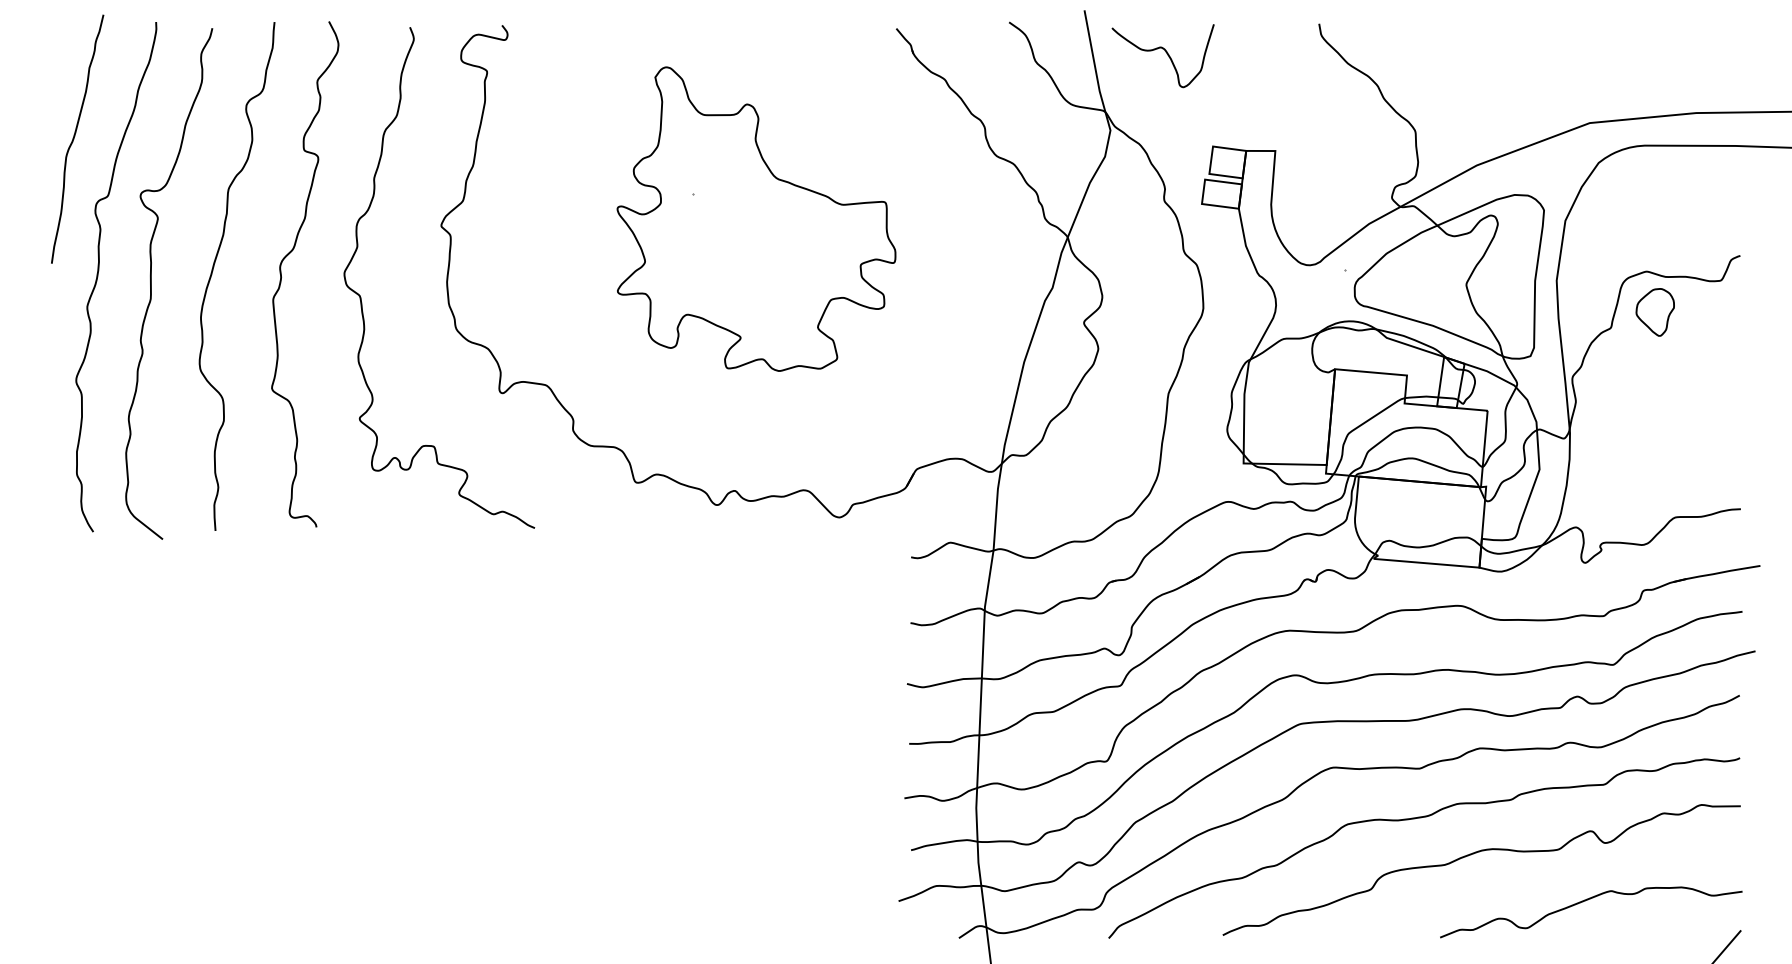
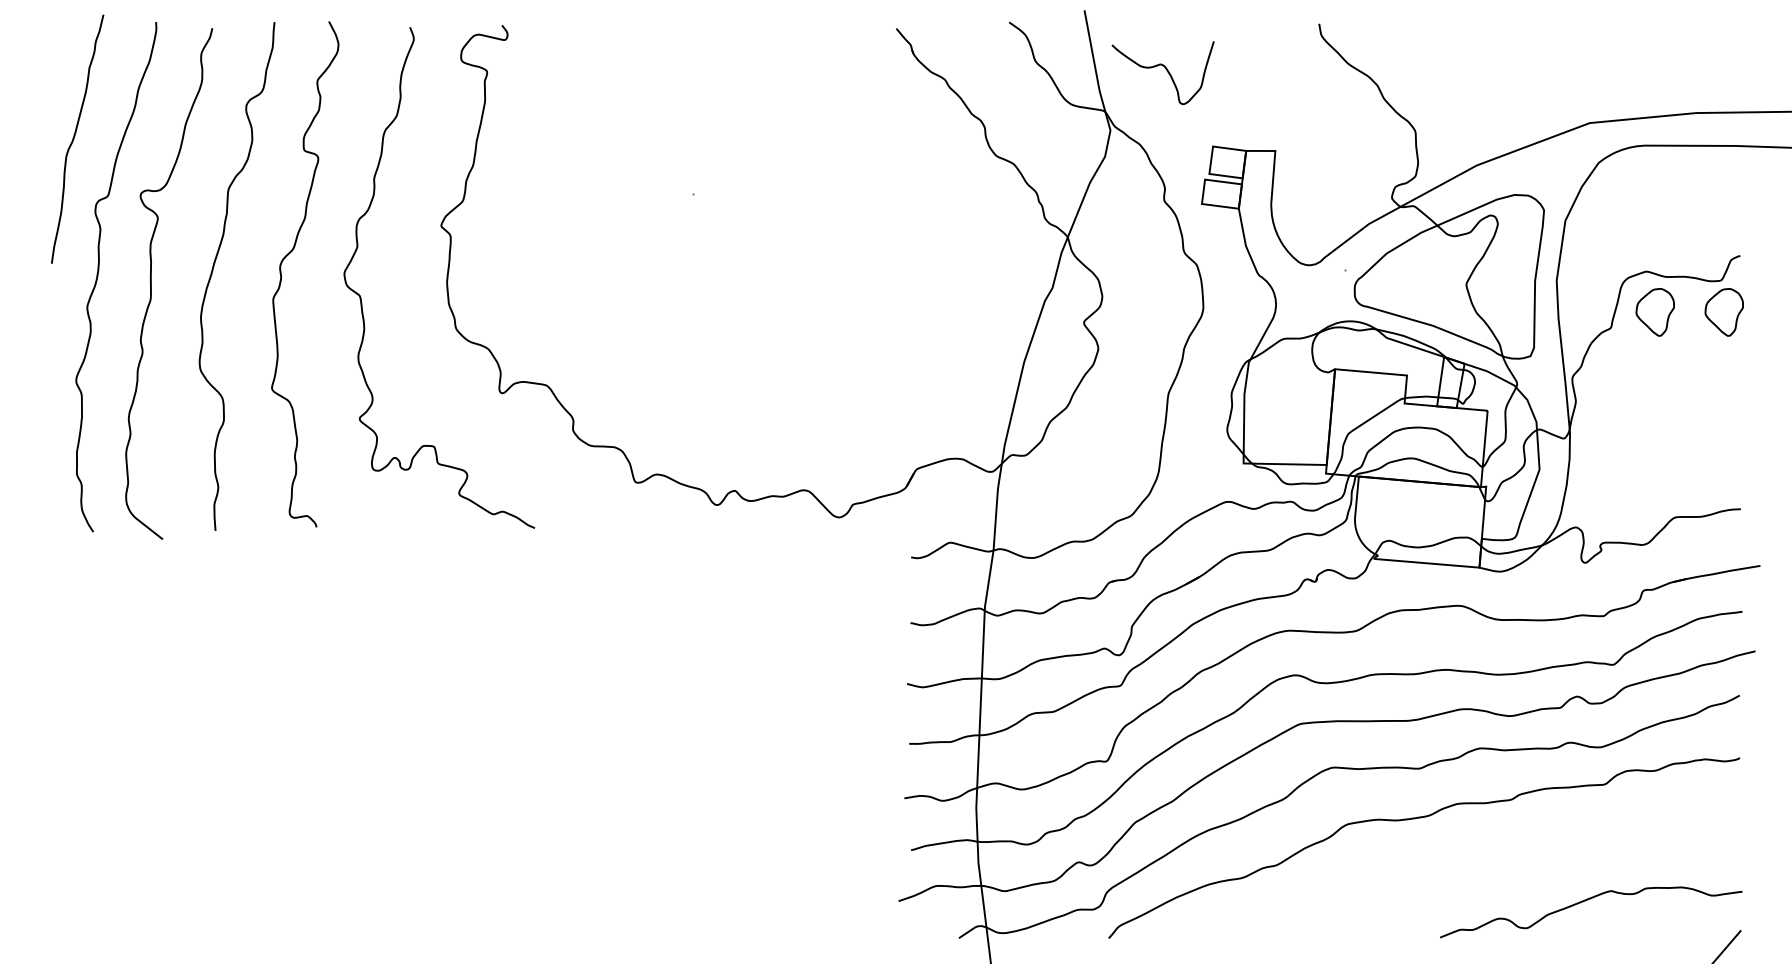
curve at (1165, 52) position: (1165, 52) -> (1165, 69)
part at (756, 218): present -> none
part at (1723, 312): none -> present
curve at (1476, 853): present -> none
